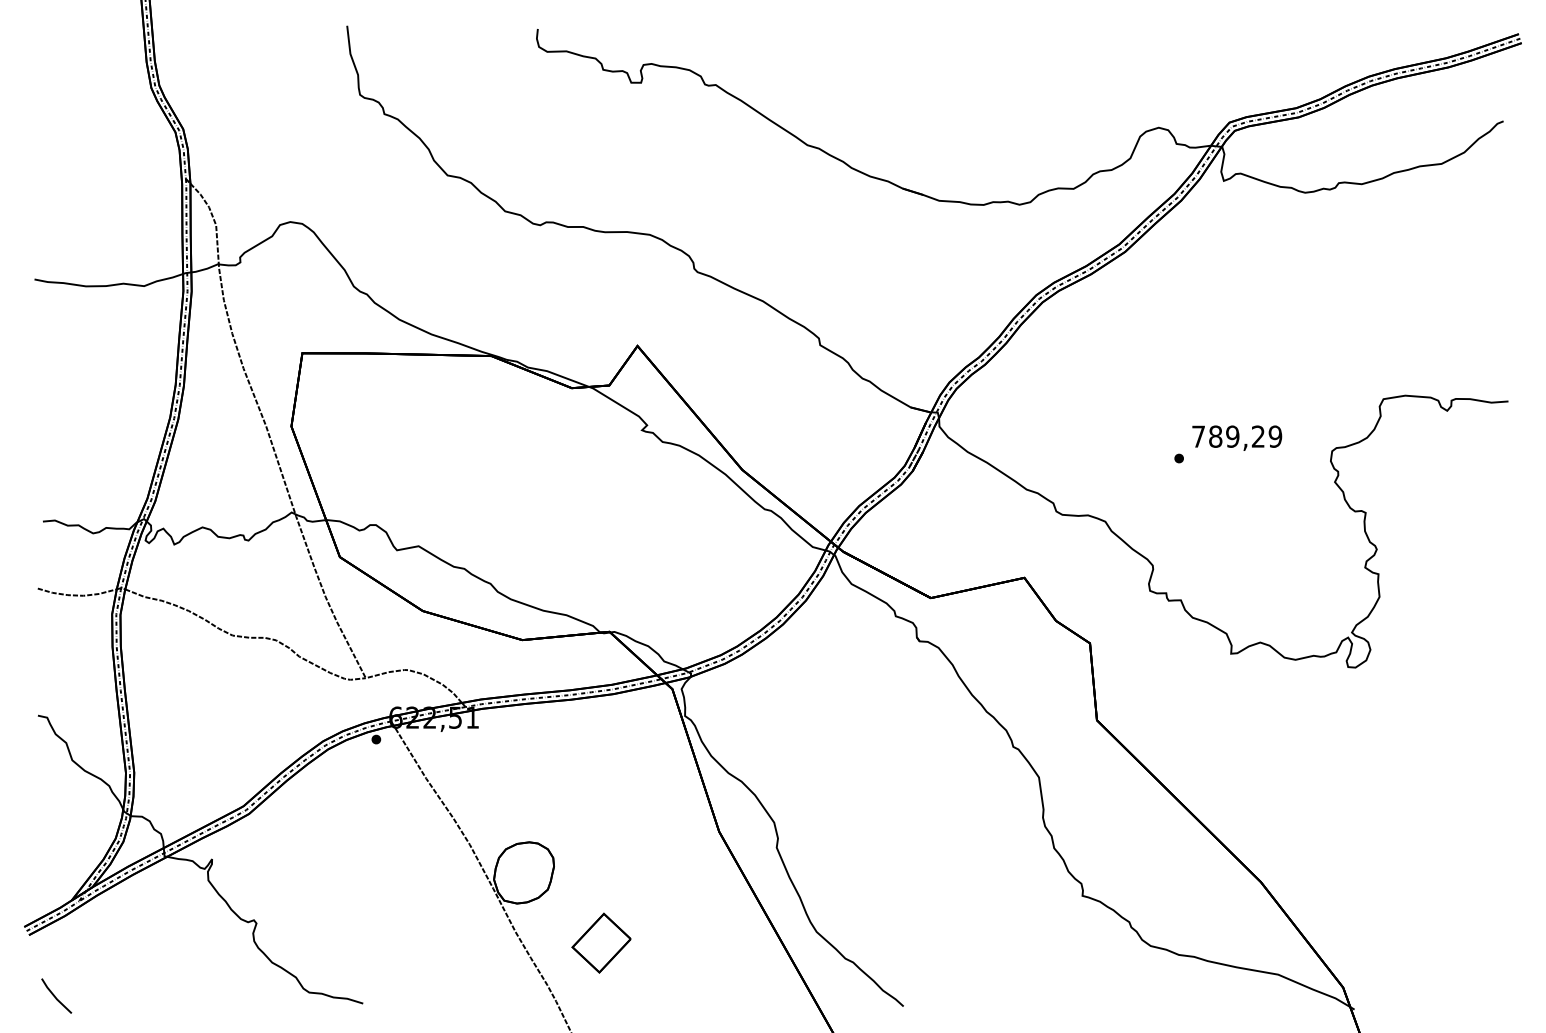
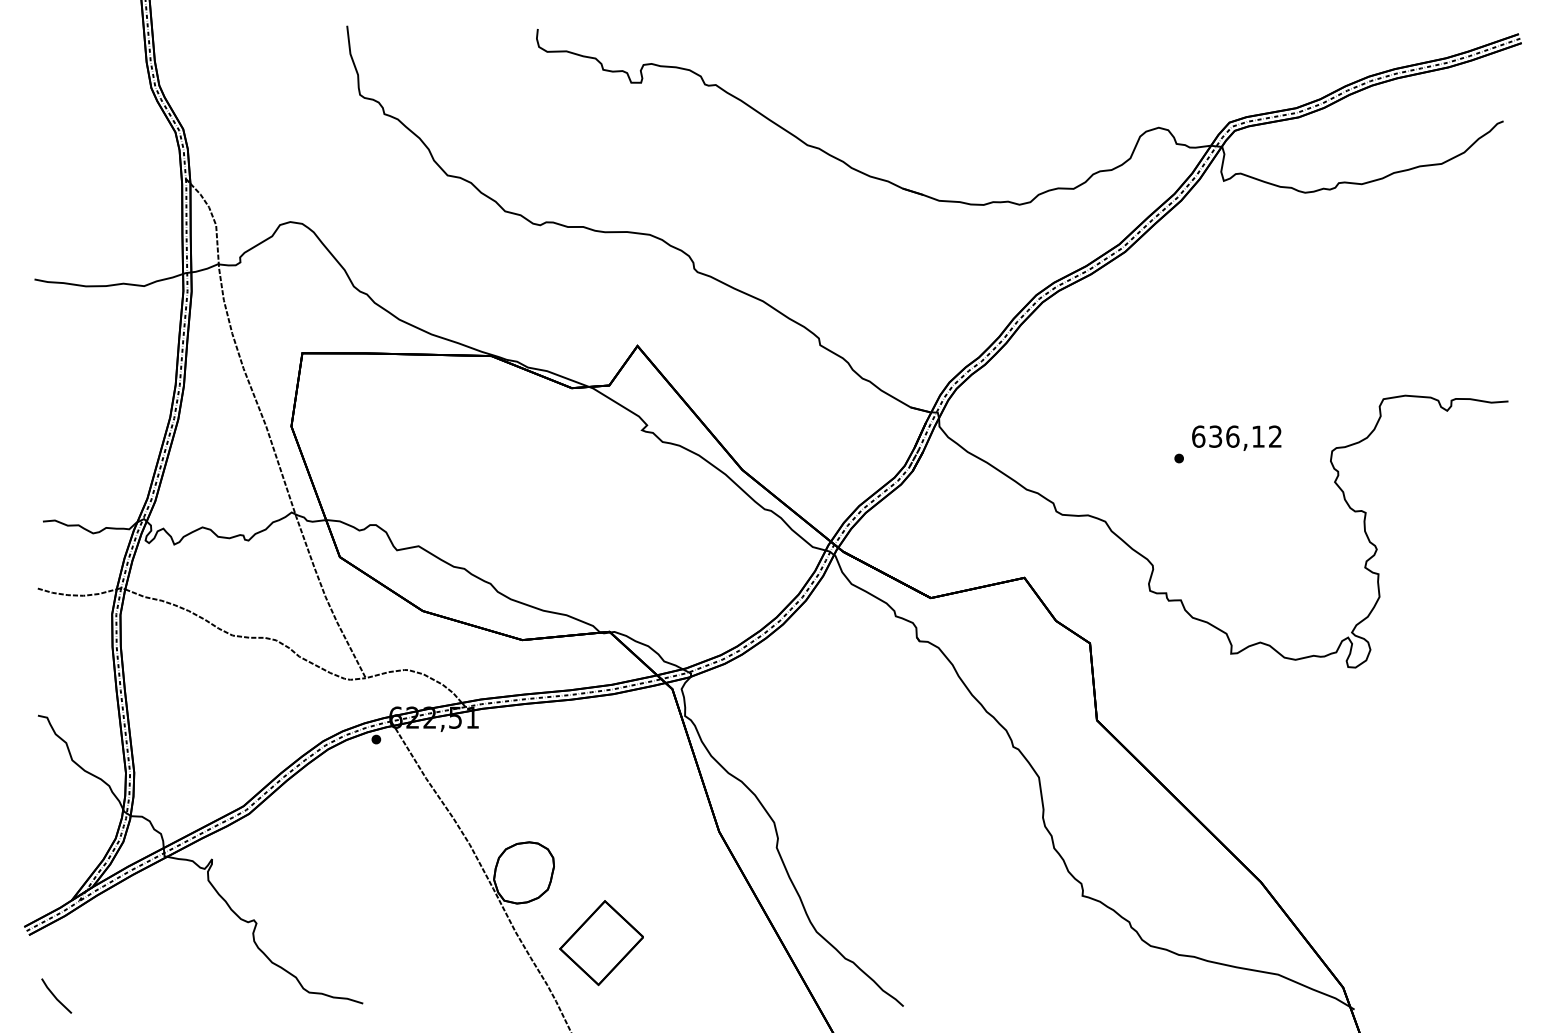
text at (1237, 436): 789,29 -> 636,12
part at (601, 942) size: 61x62 px -> 85x87 px
